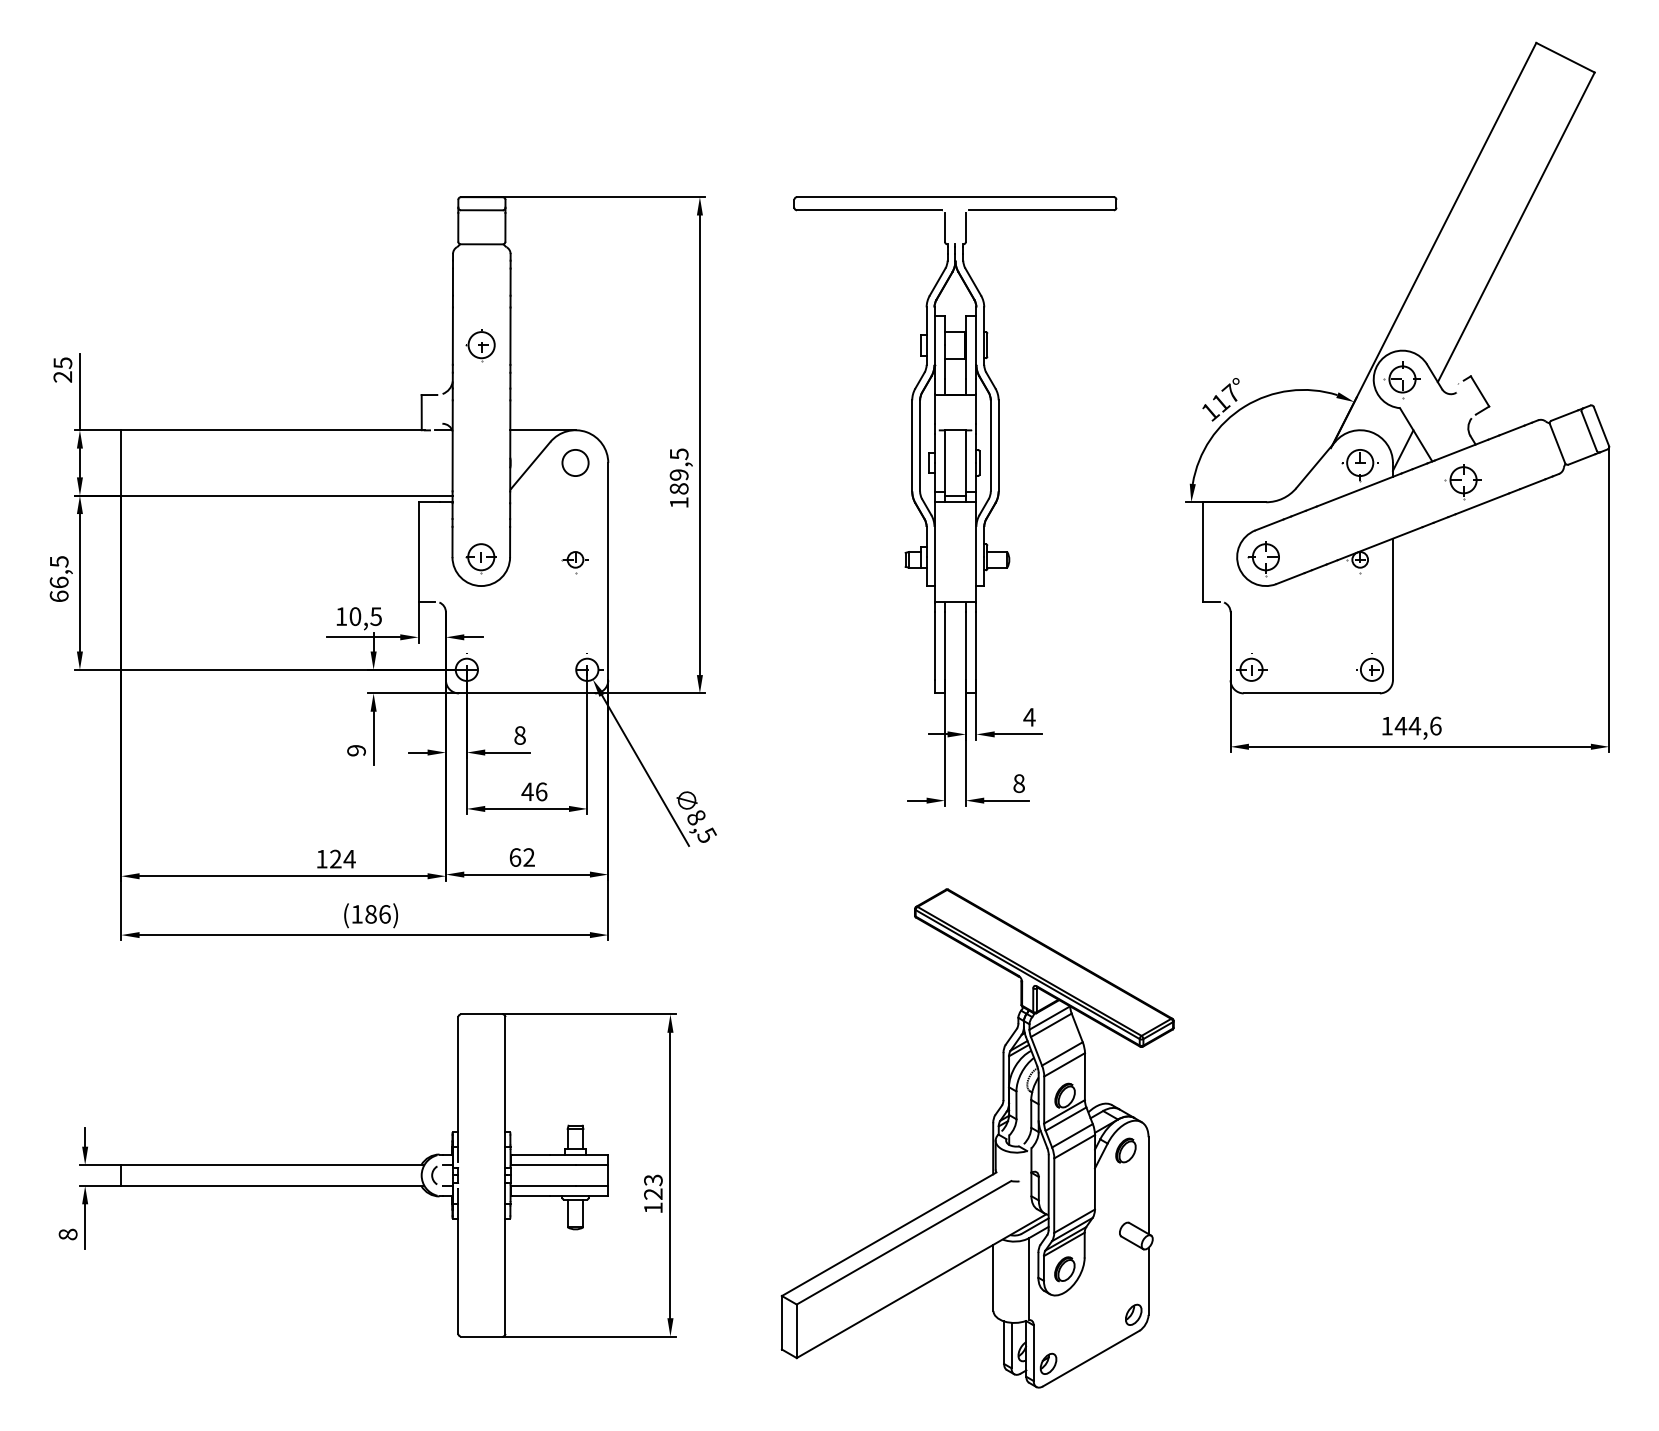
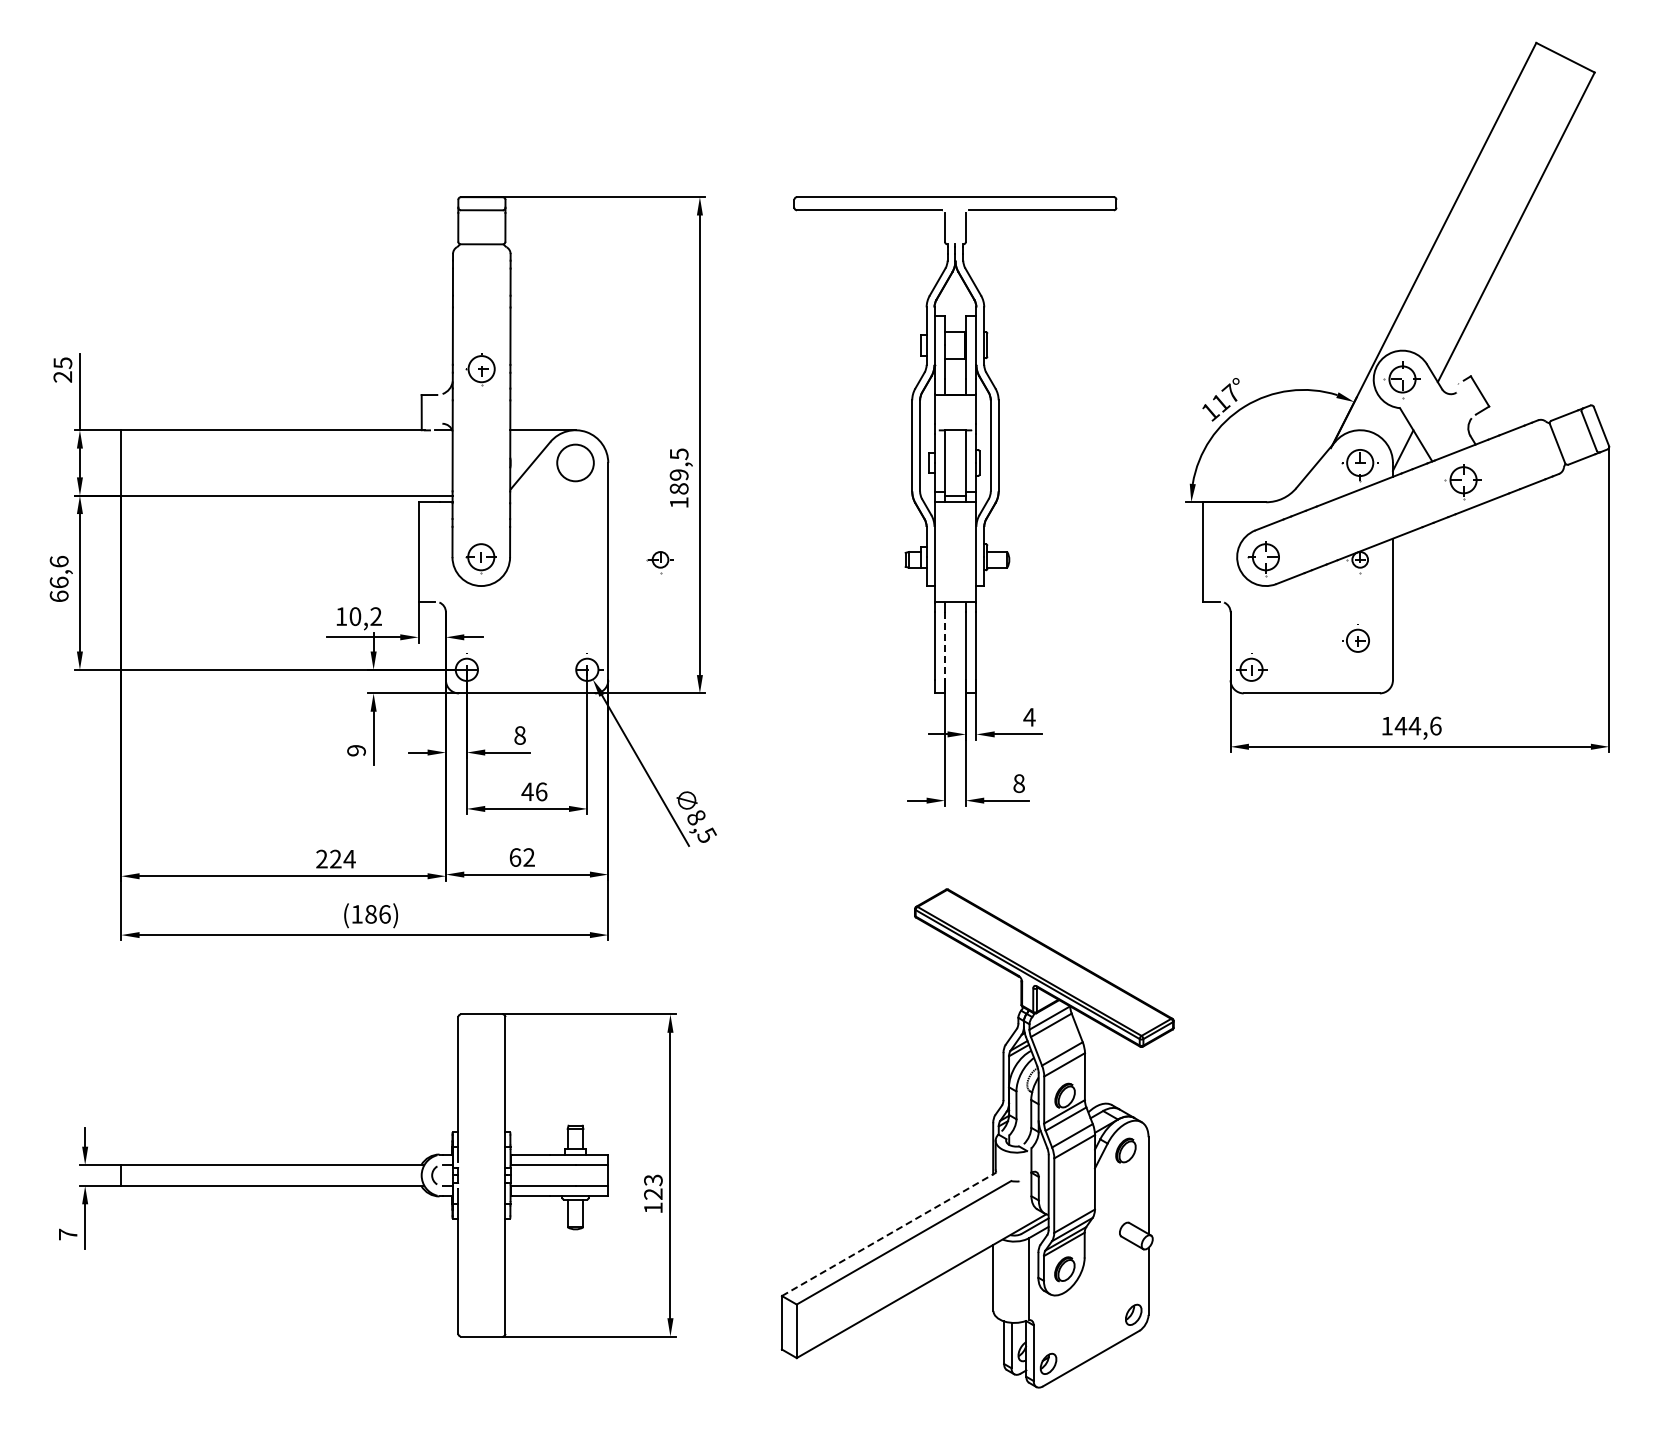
part at (480, 345) position: (480, 345) -> (480, 369)
circle at (575, 462) diameter: 26 px -> 37 px
text at (58, 561): 66,5 -> 66,6
part at (574, 562) position: (574, 562) -> (659, 562)
text at (375, 616): 10,5 -> 10,2
line at (944, 646): solid -> dashed
part at (1369, 667) position: (1369, 667) -> (1355, 638)
text at (321, 858): 124 -> 224
text at (67, 1234): 8 -> 7
line at (889, 1234): solid -> dashed
